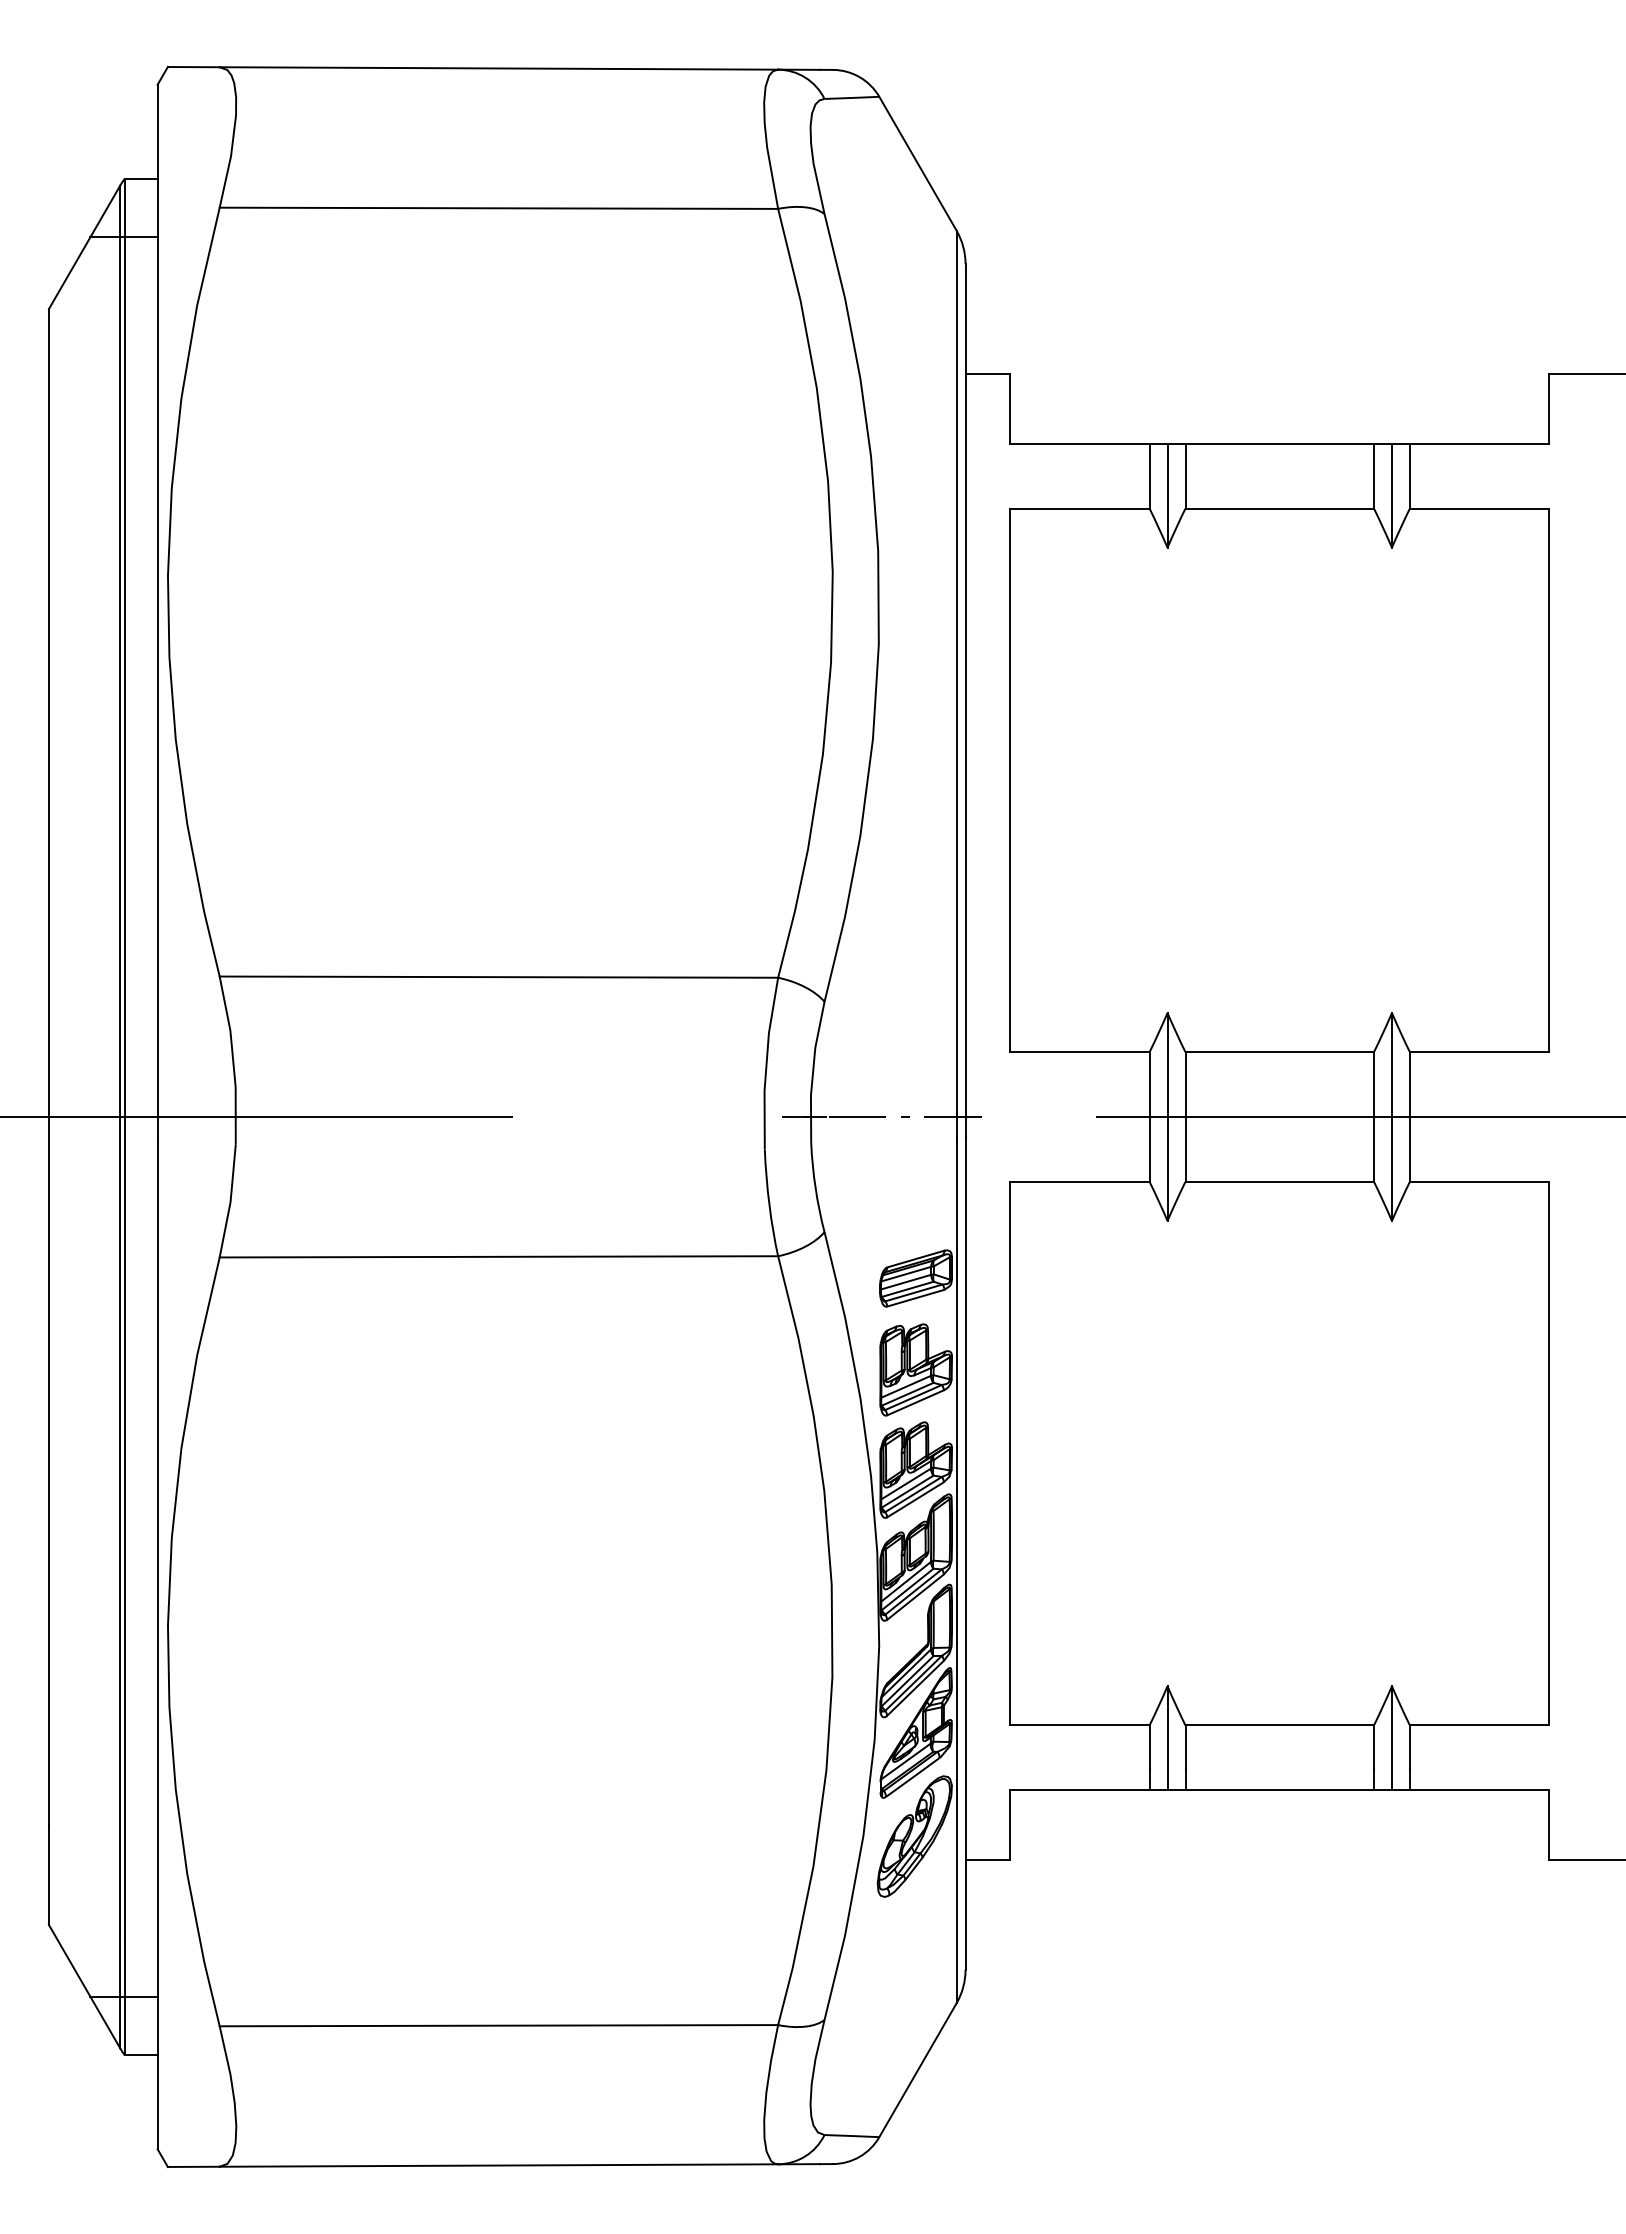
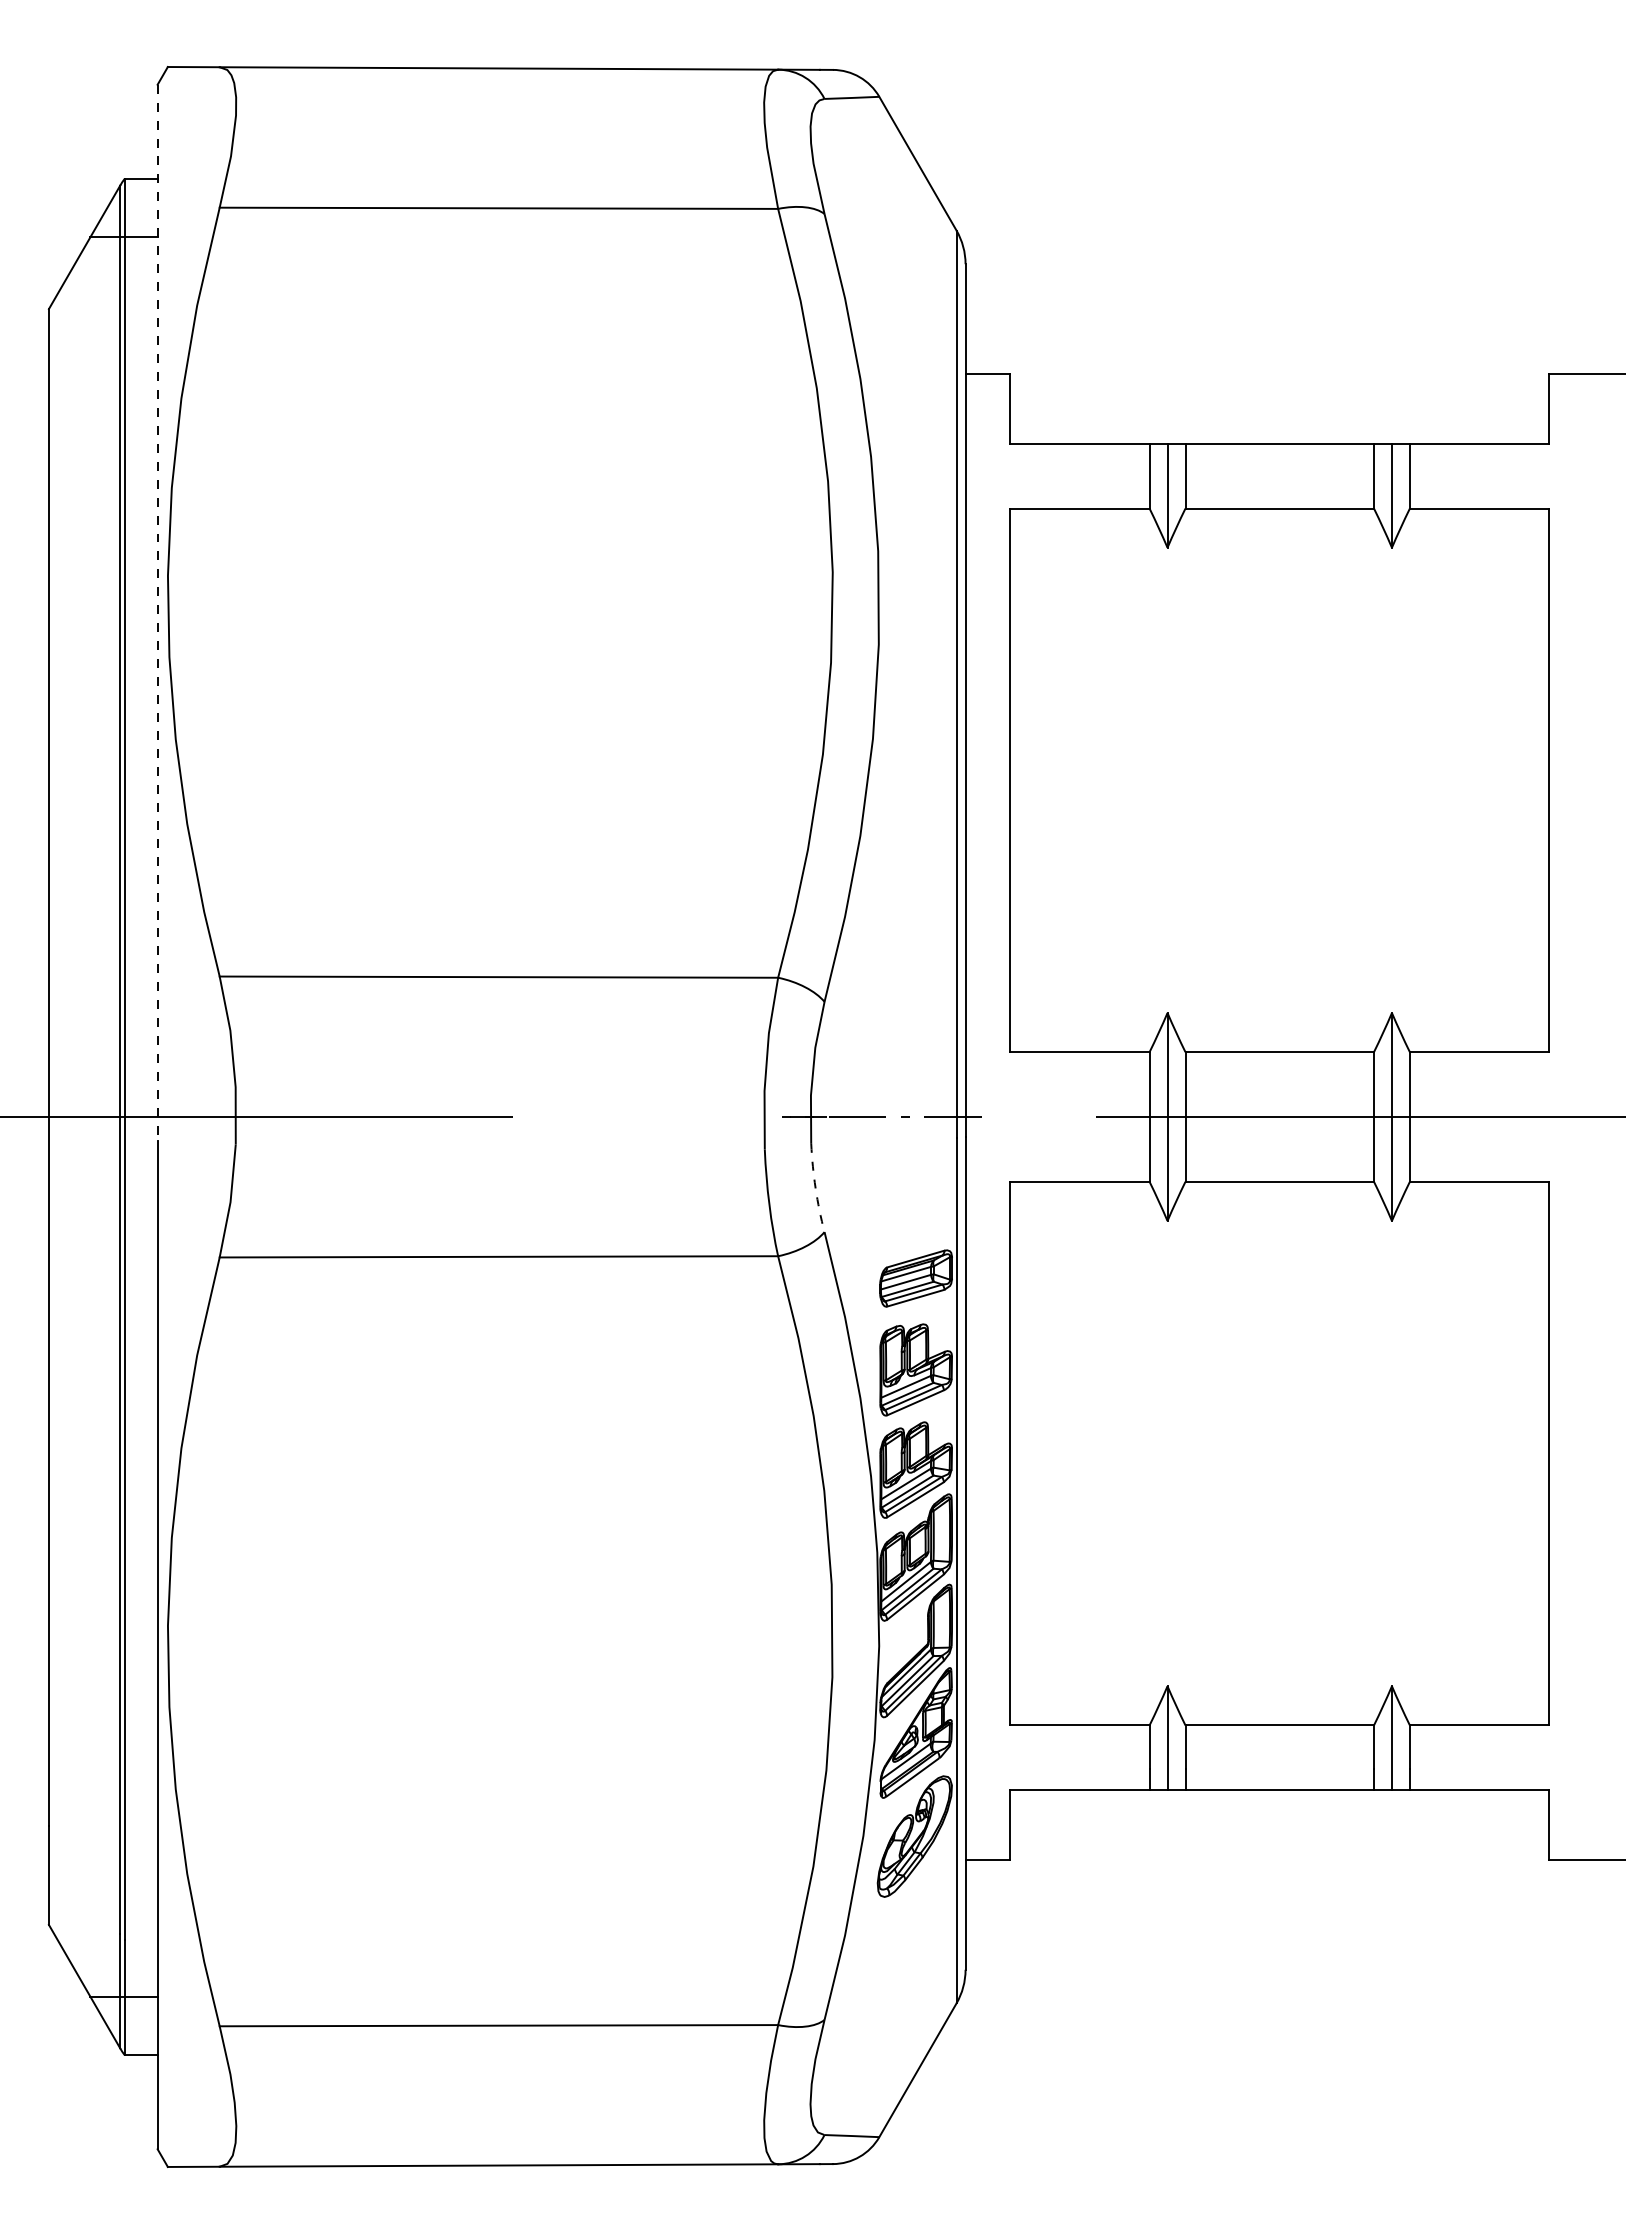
line at (157, 613): solid -> dashed
arc at (815, 1188): solid -> dashed
